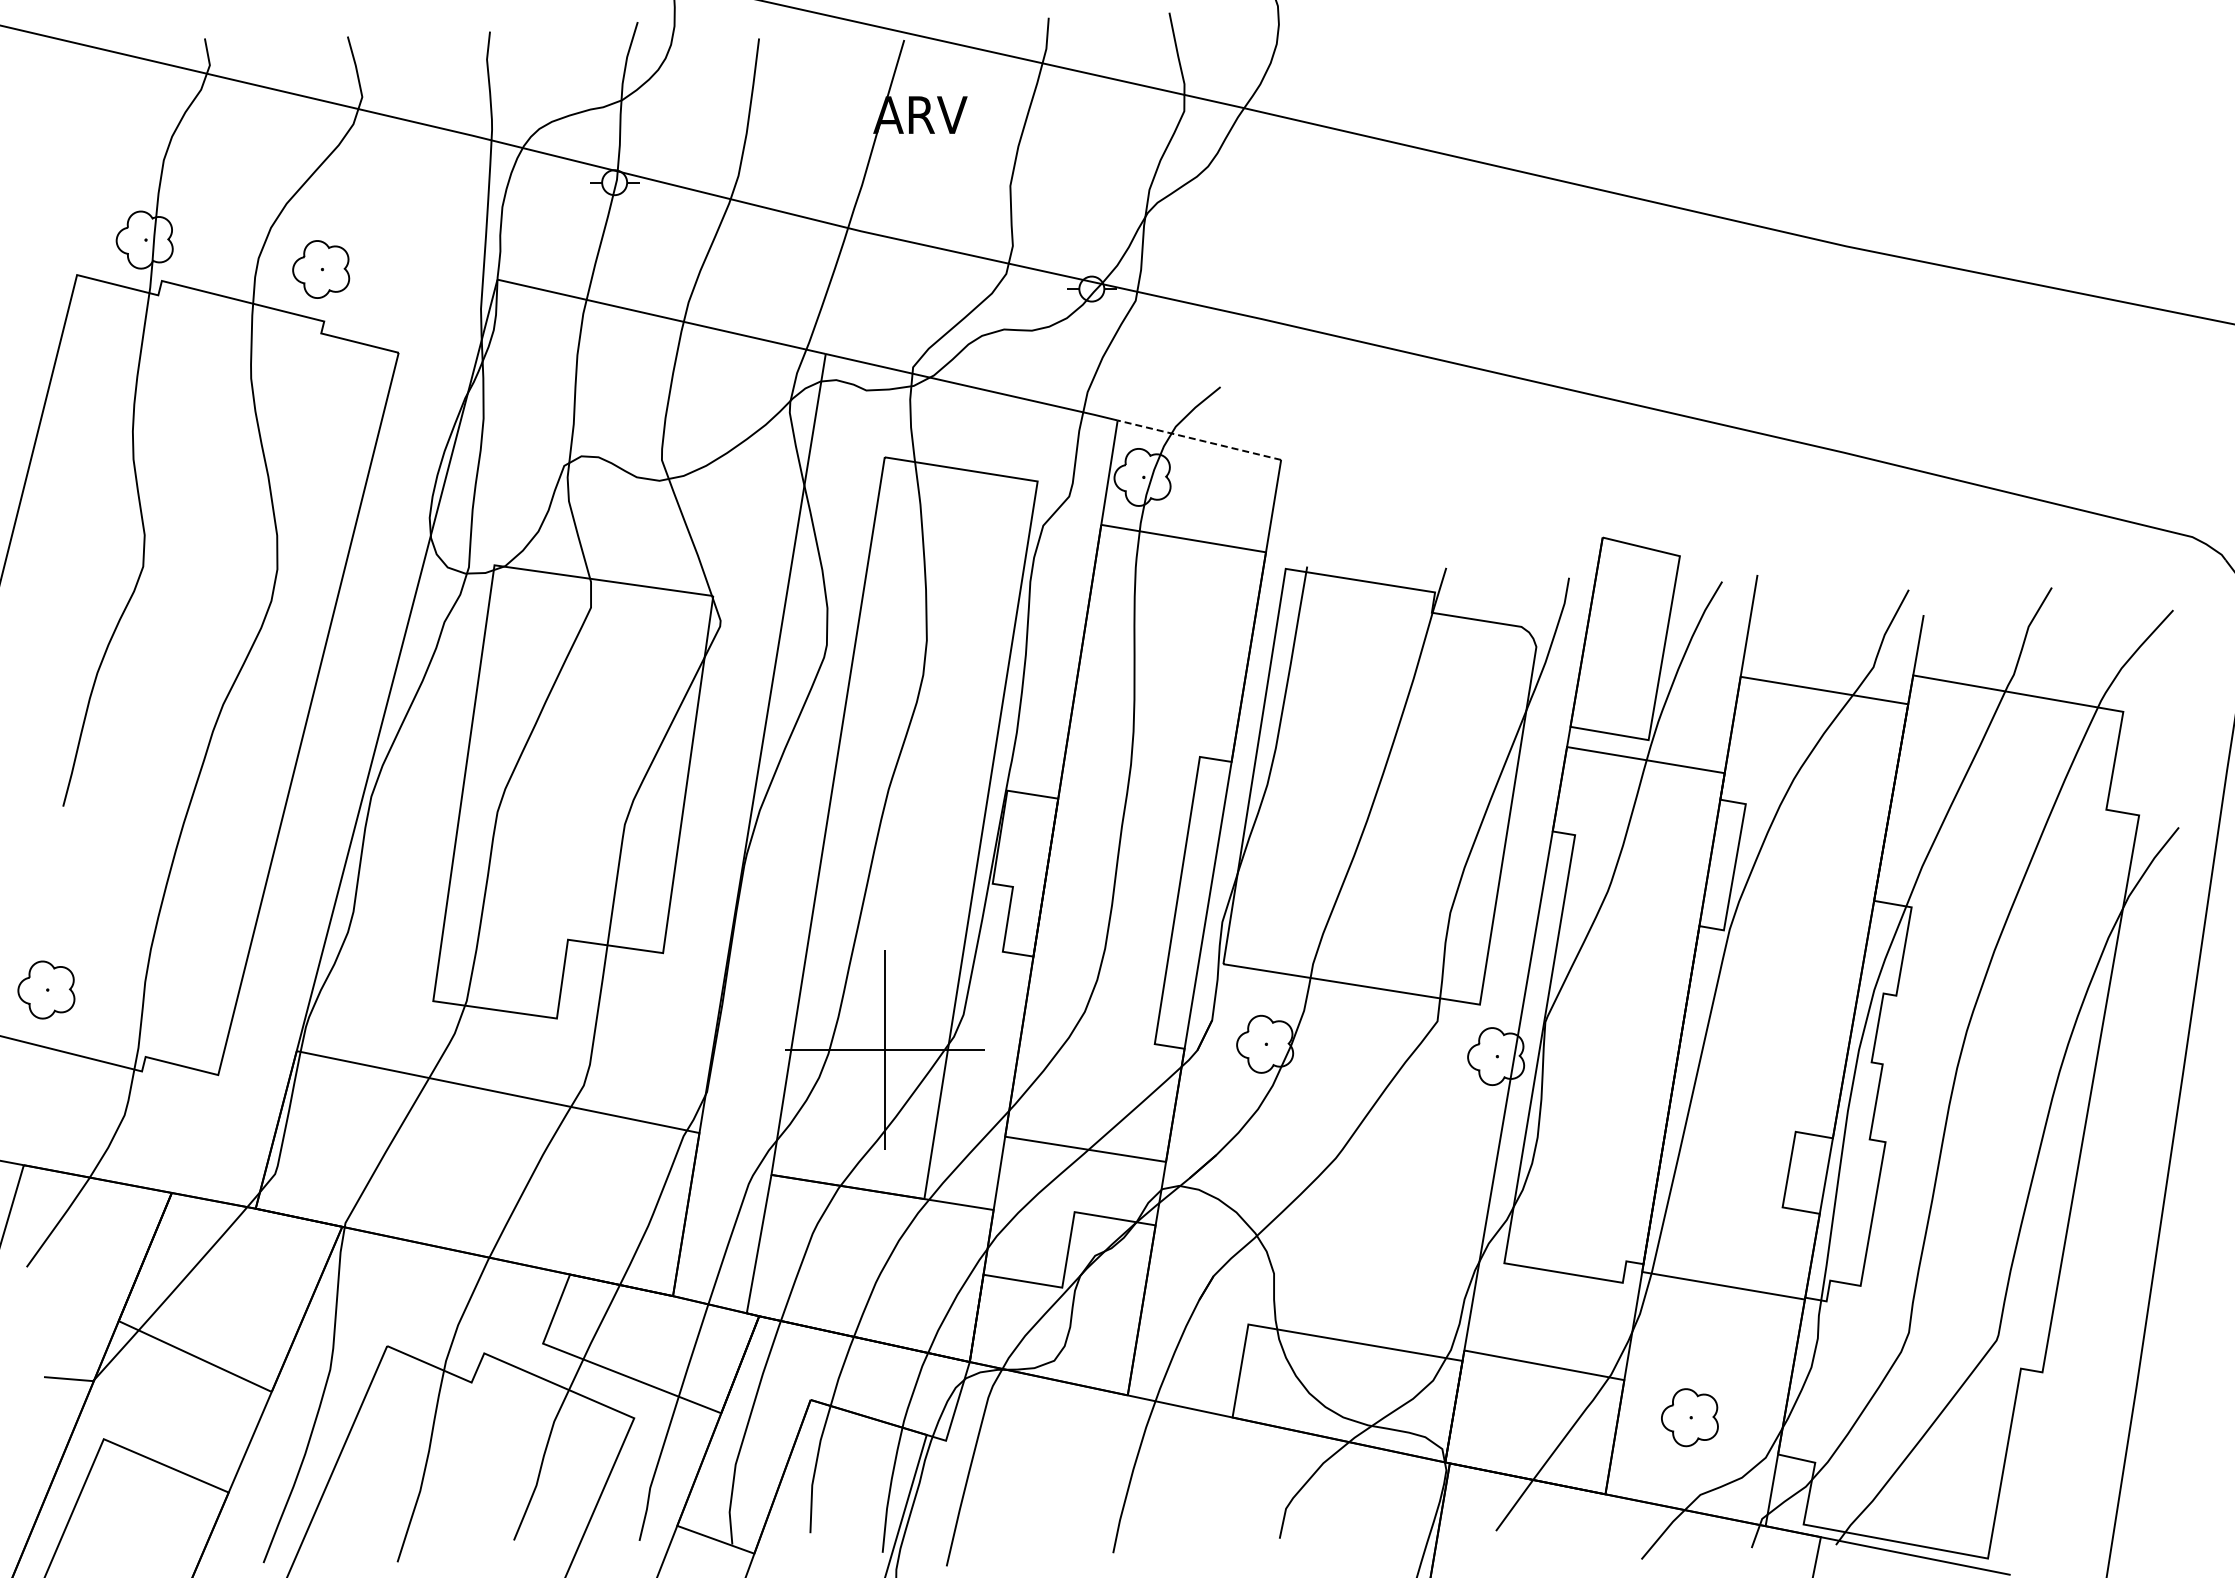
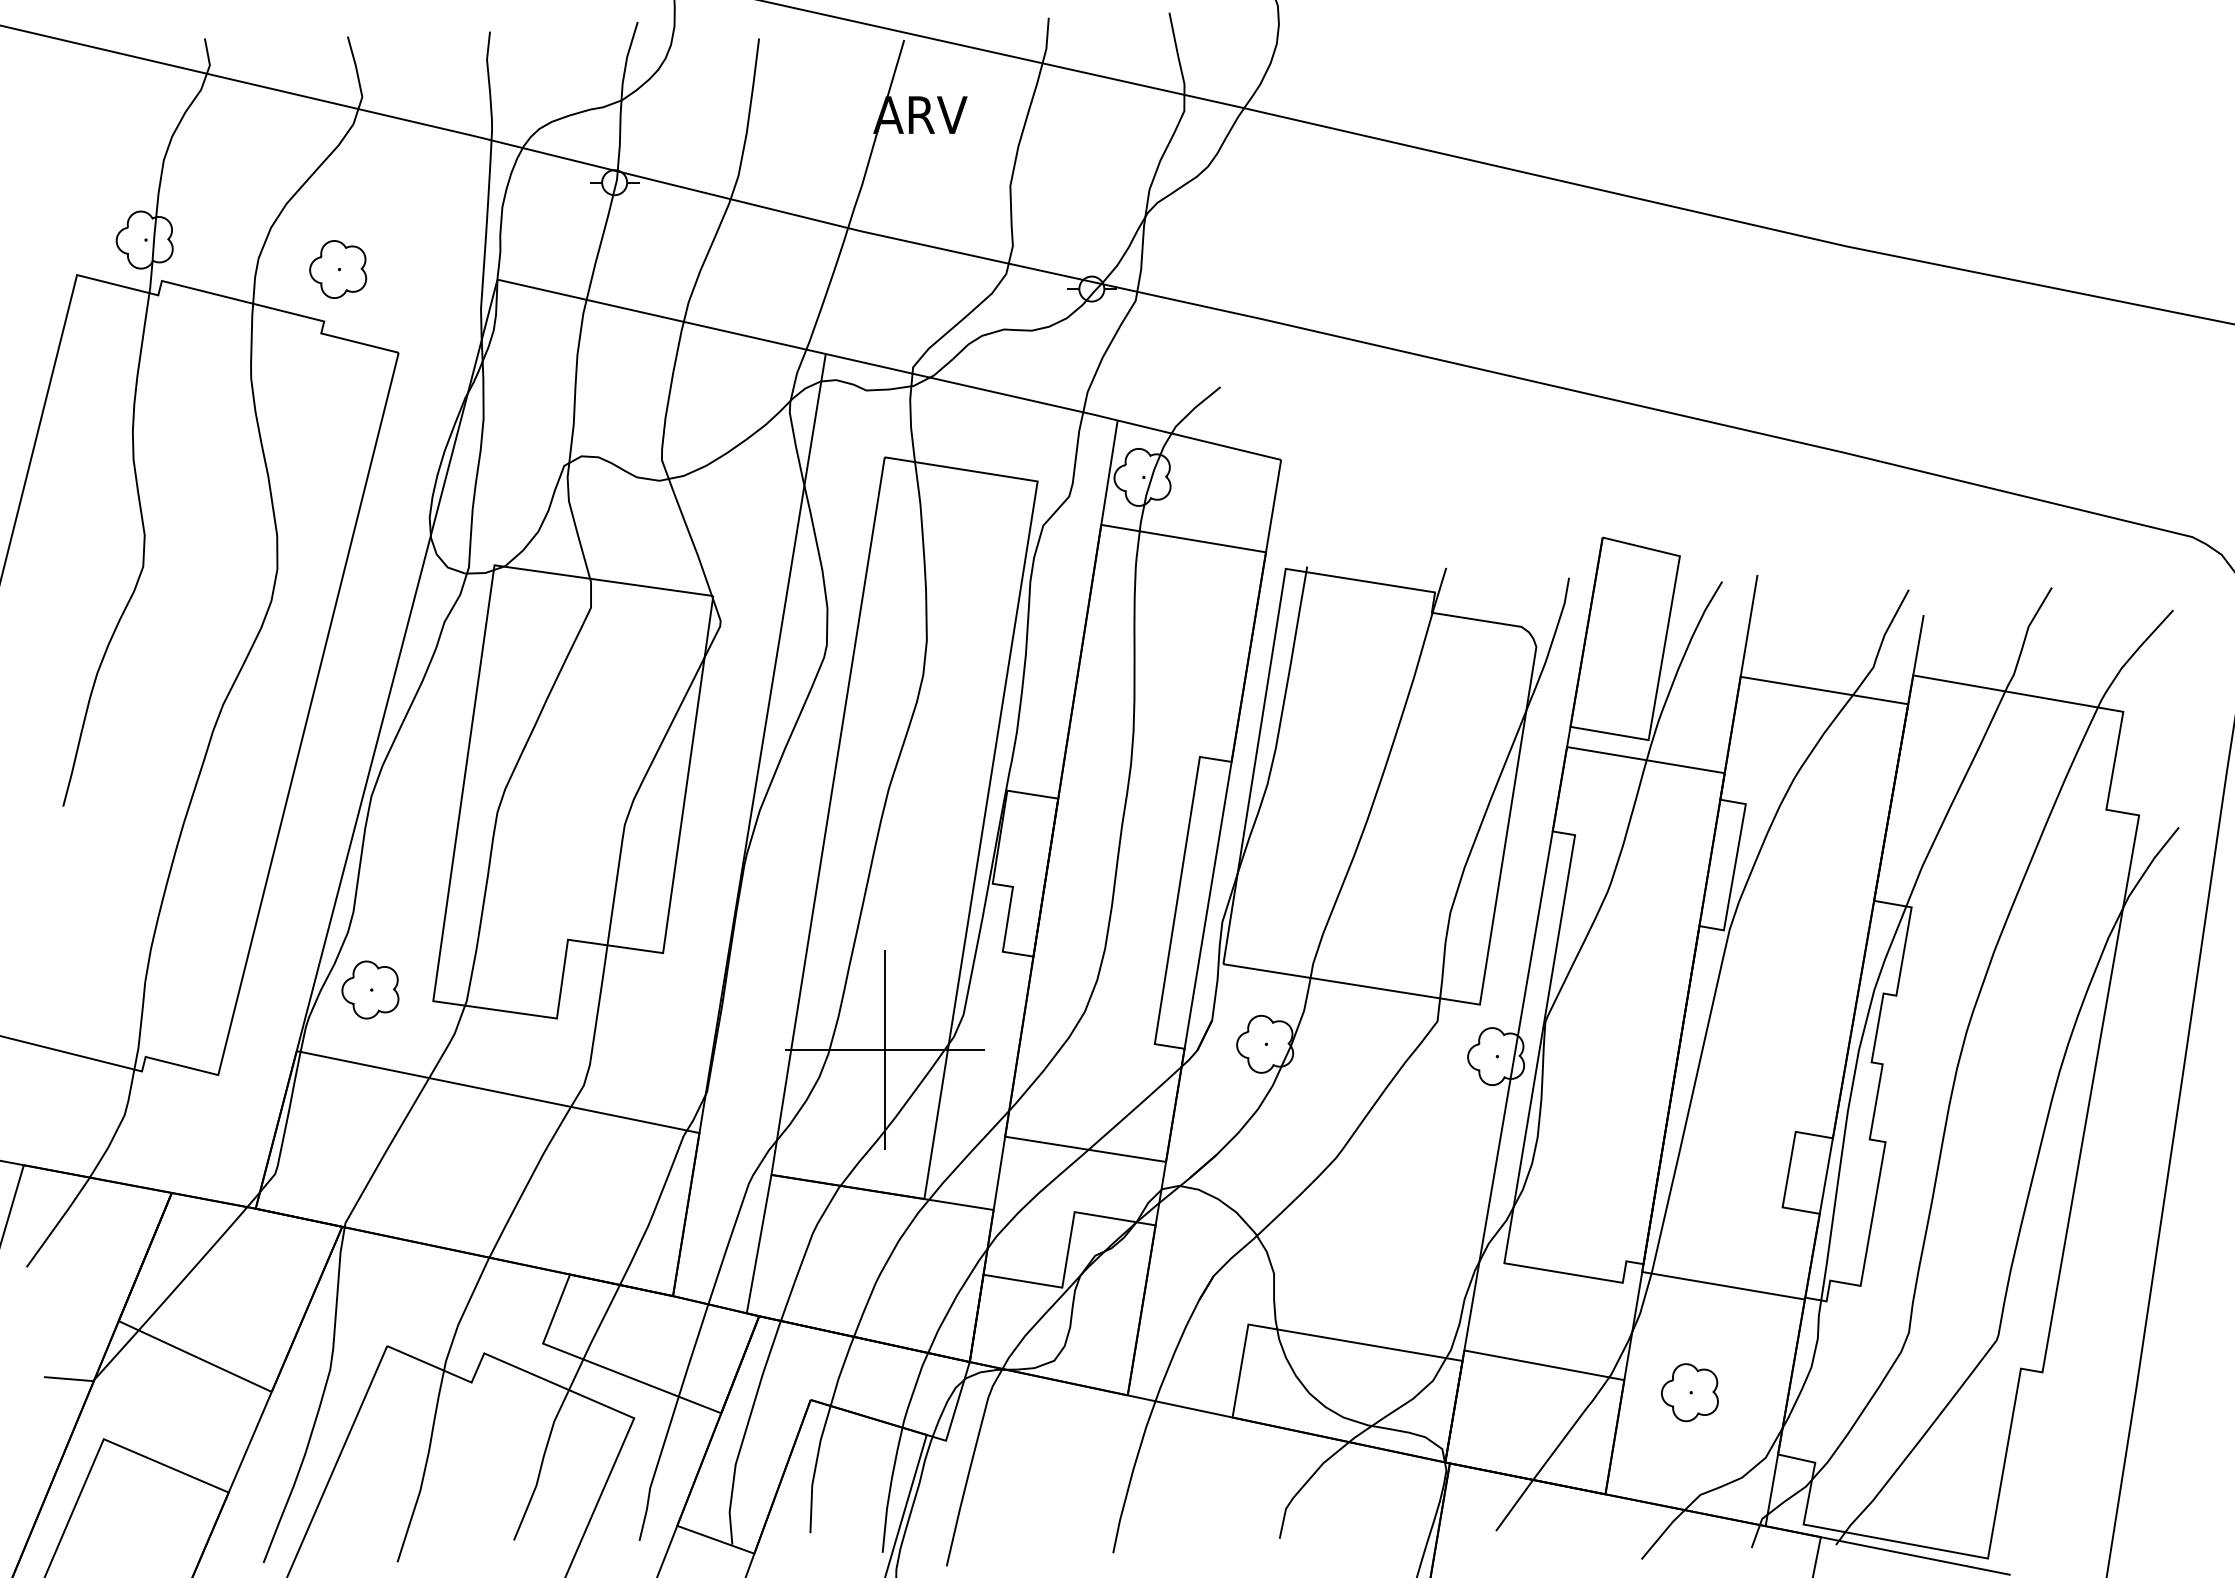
part at (321, 269) position: (321, 269) -> (338, 269)
line at (1198, 440): dashed -> solid
part at (46, 989) position: (46, 989) -> (370, 989)
part at (1689, 1417) position: (1689, 1417) -> (1689, 1392)
